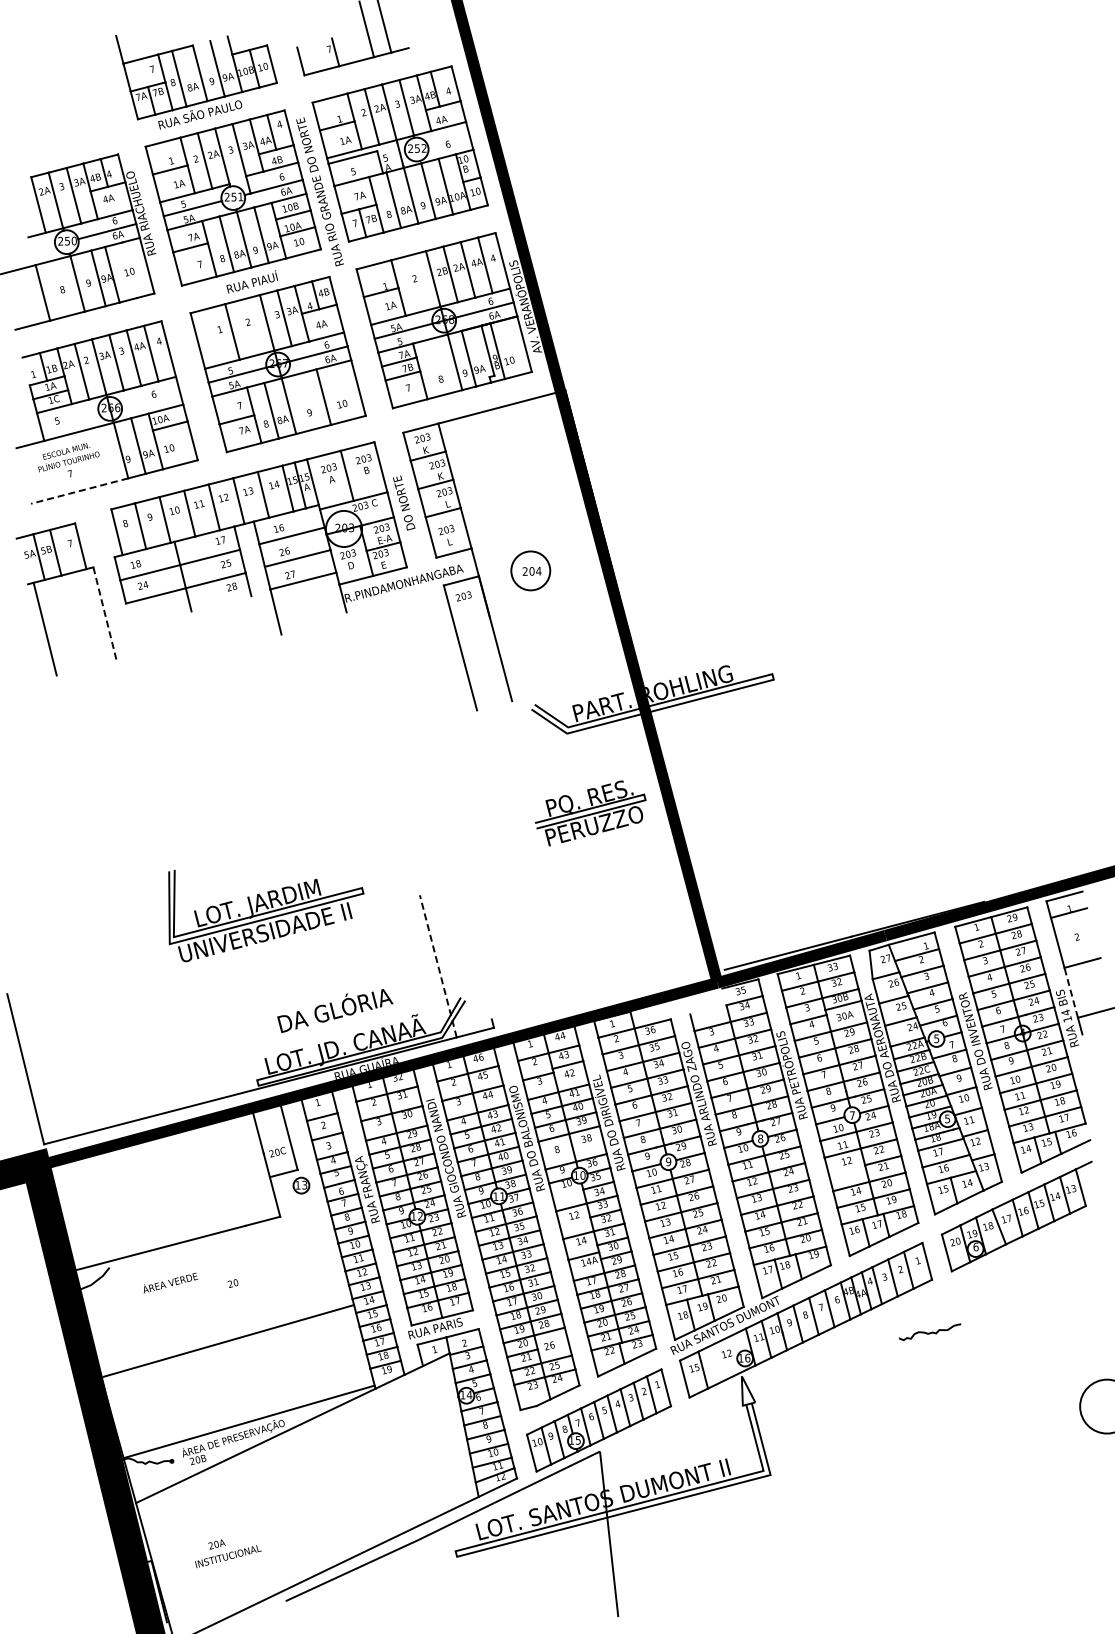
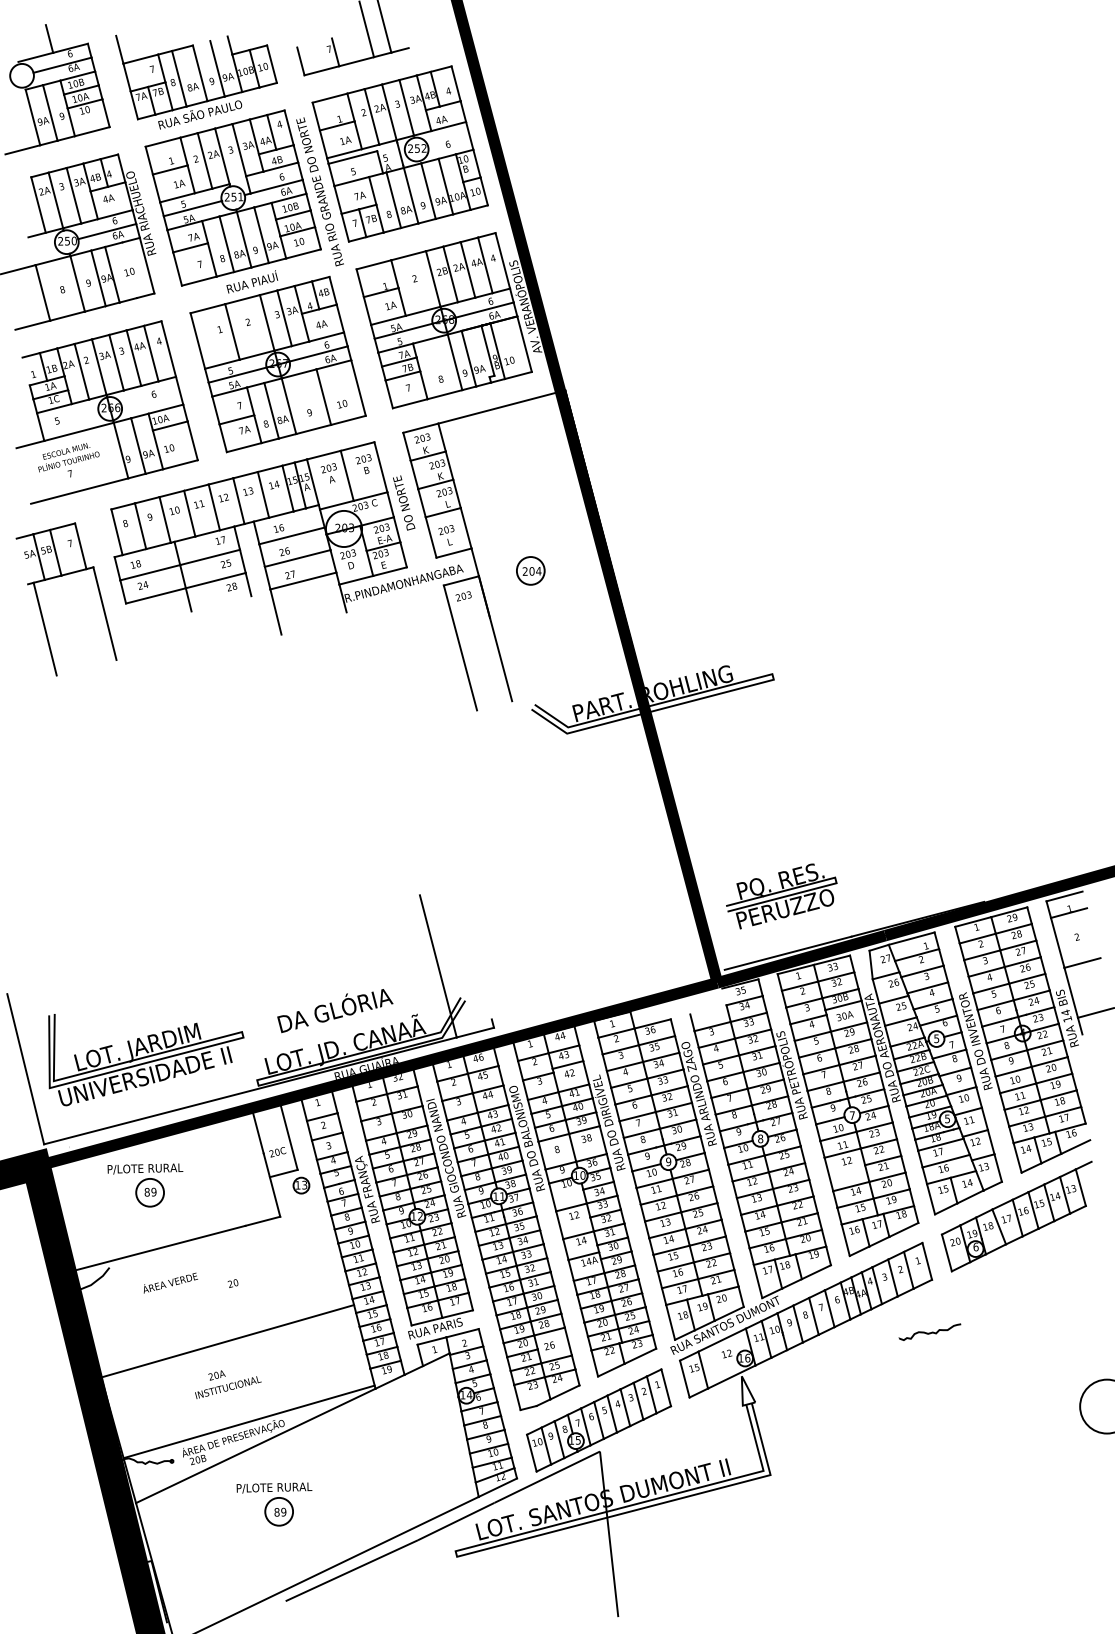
part at (57, 89): none -> present
line at (79, 491): dashed -> solid
circle at (530, 570) diameter: 39 px -> 28 px
line at (104, 613): dashed -> solid
part at (590, 813) position: (590, 813) -> (781, 896)
part at (266, 916) position: (266, 916) -> (146, 1060)
line at (438, 965): dashed -> solid
line at (1071, 992): dashed -> solid
part at (145, 1185): none -> present
part at (274, 1504): none -> present
text at (228, 1553) position: (228, 1553) -> (228, 1384)
